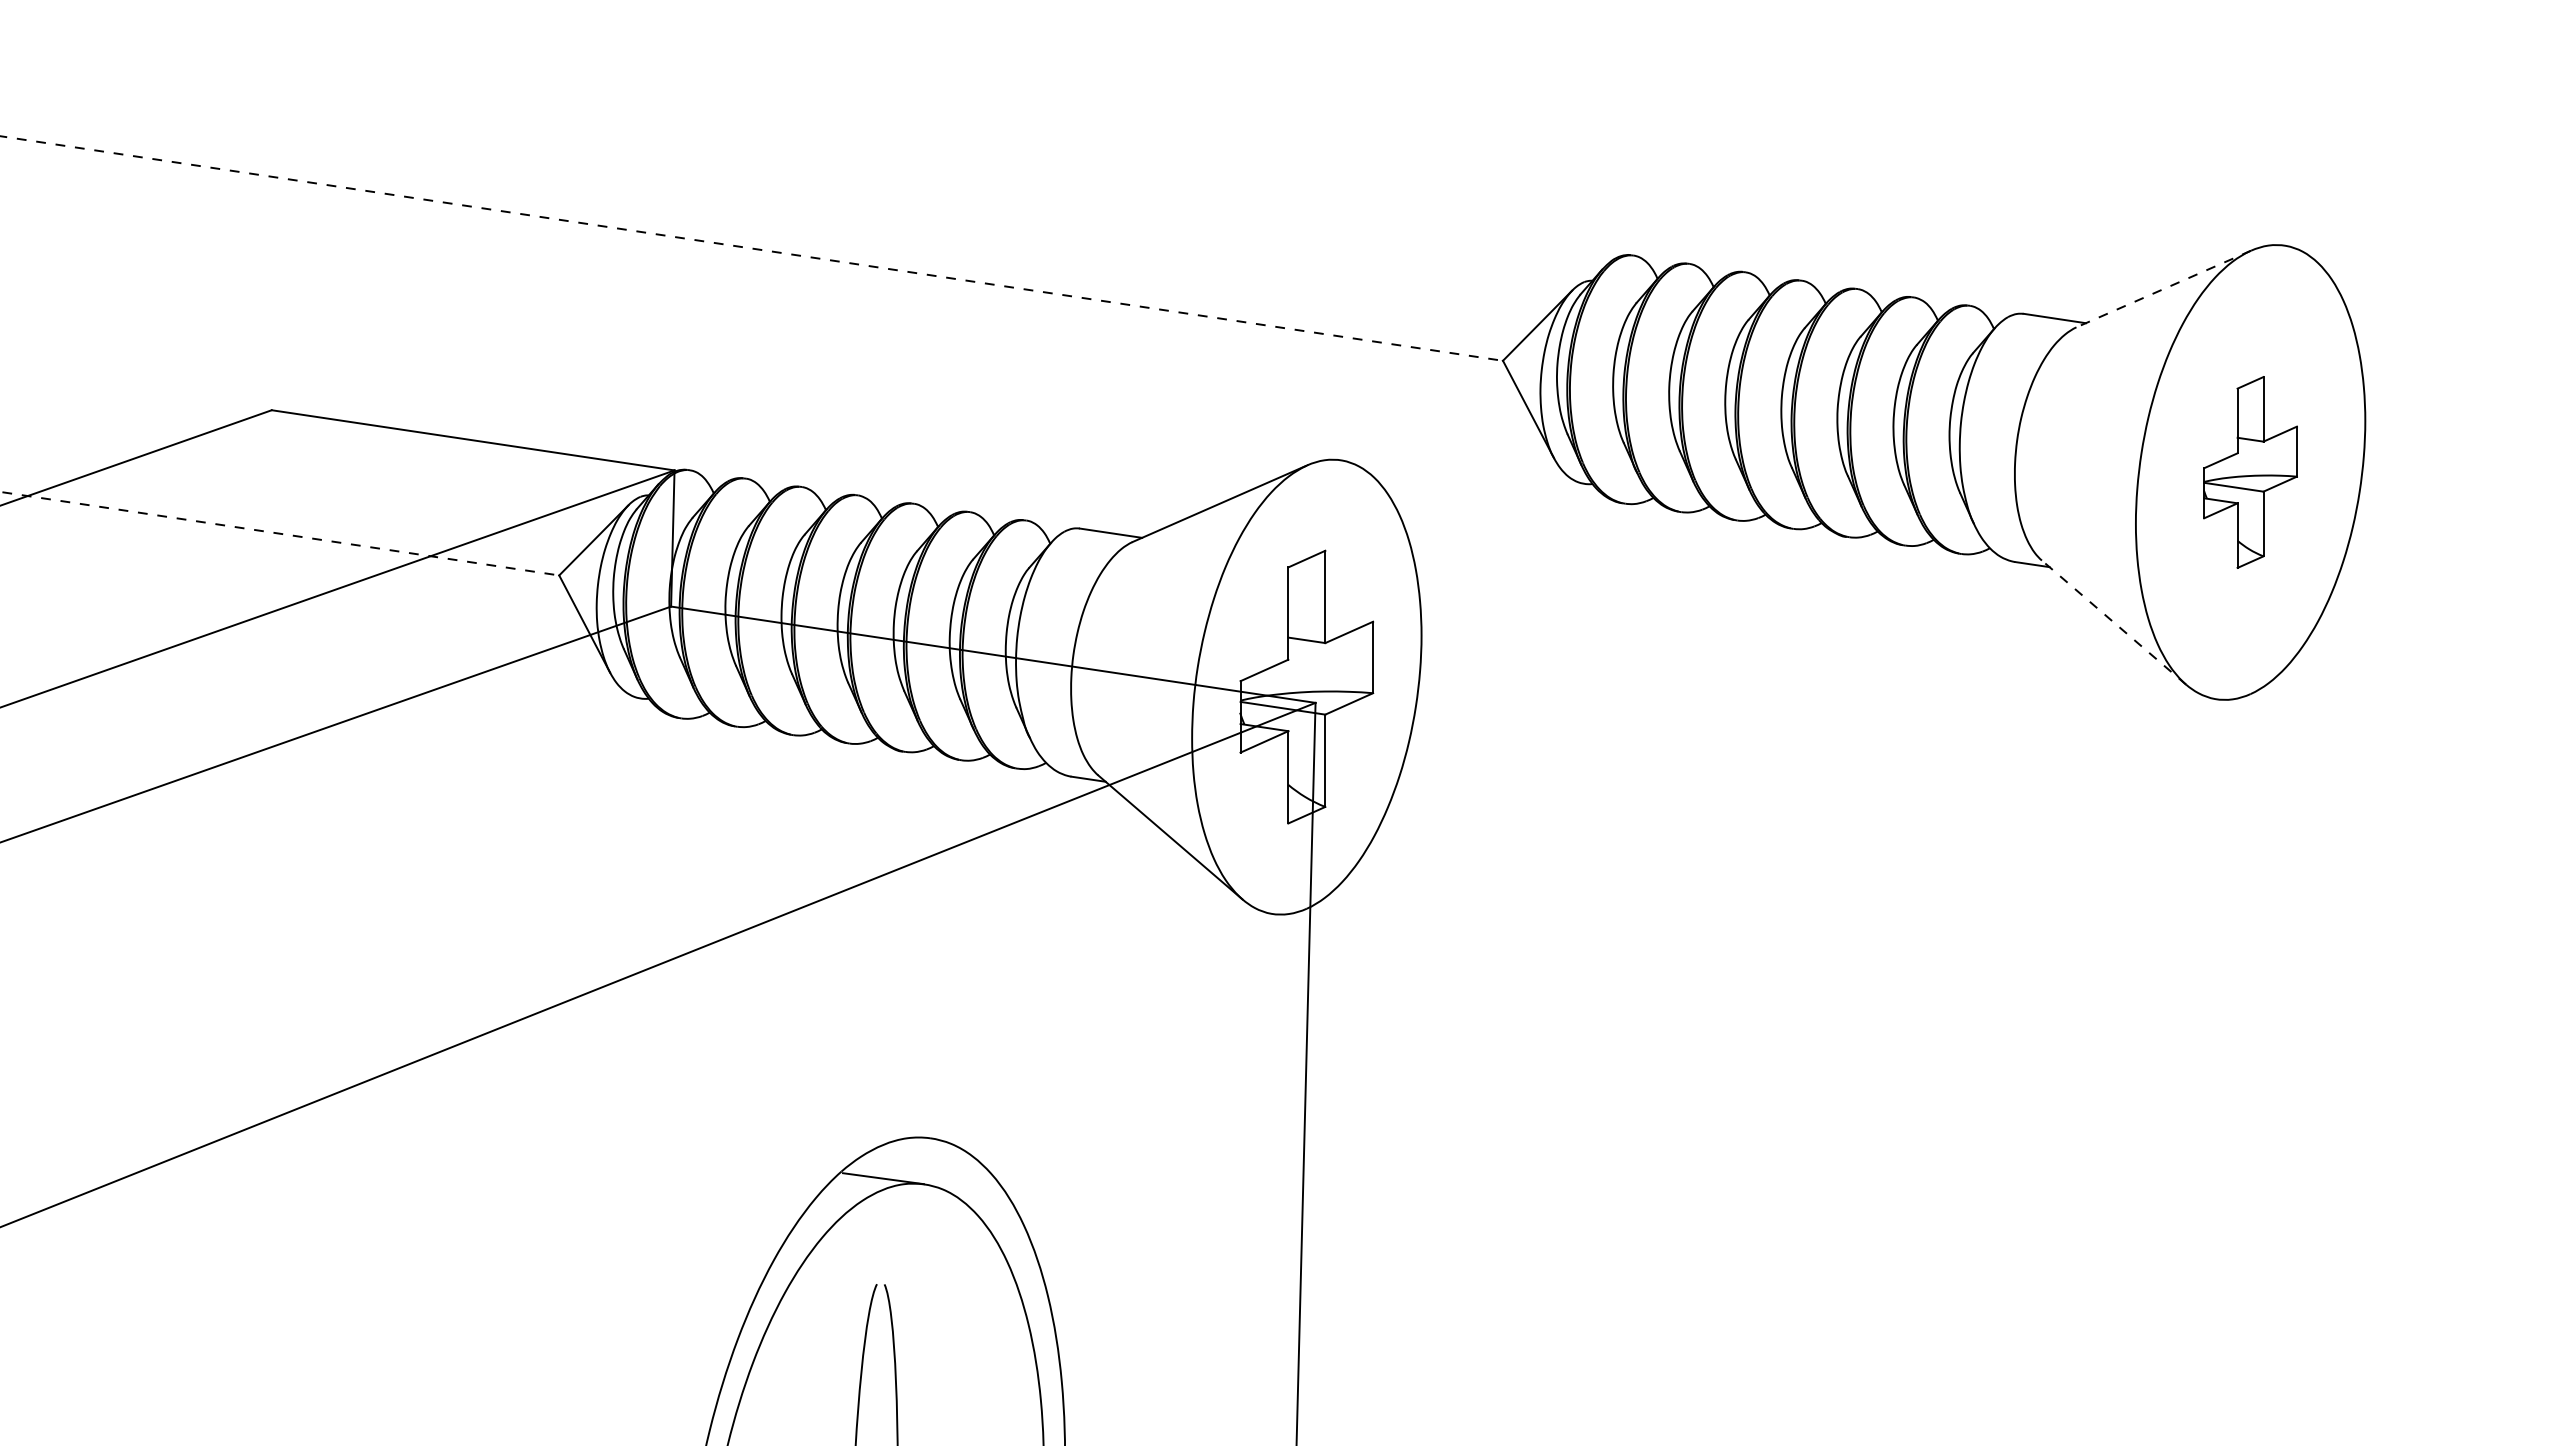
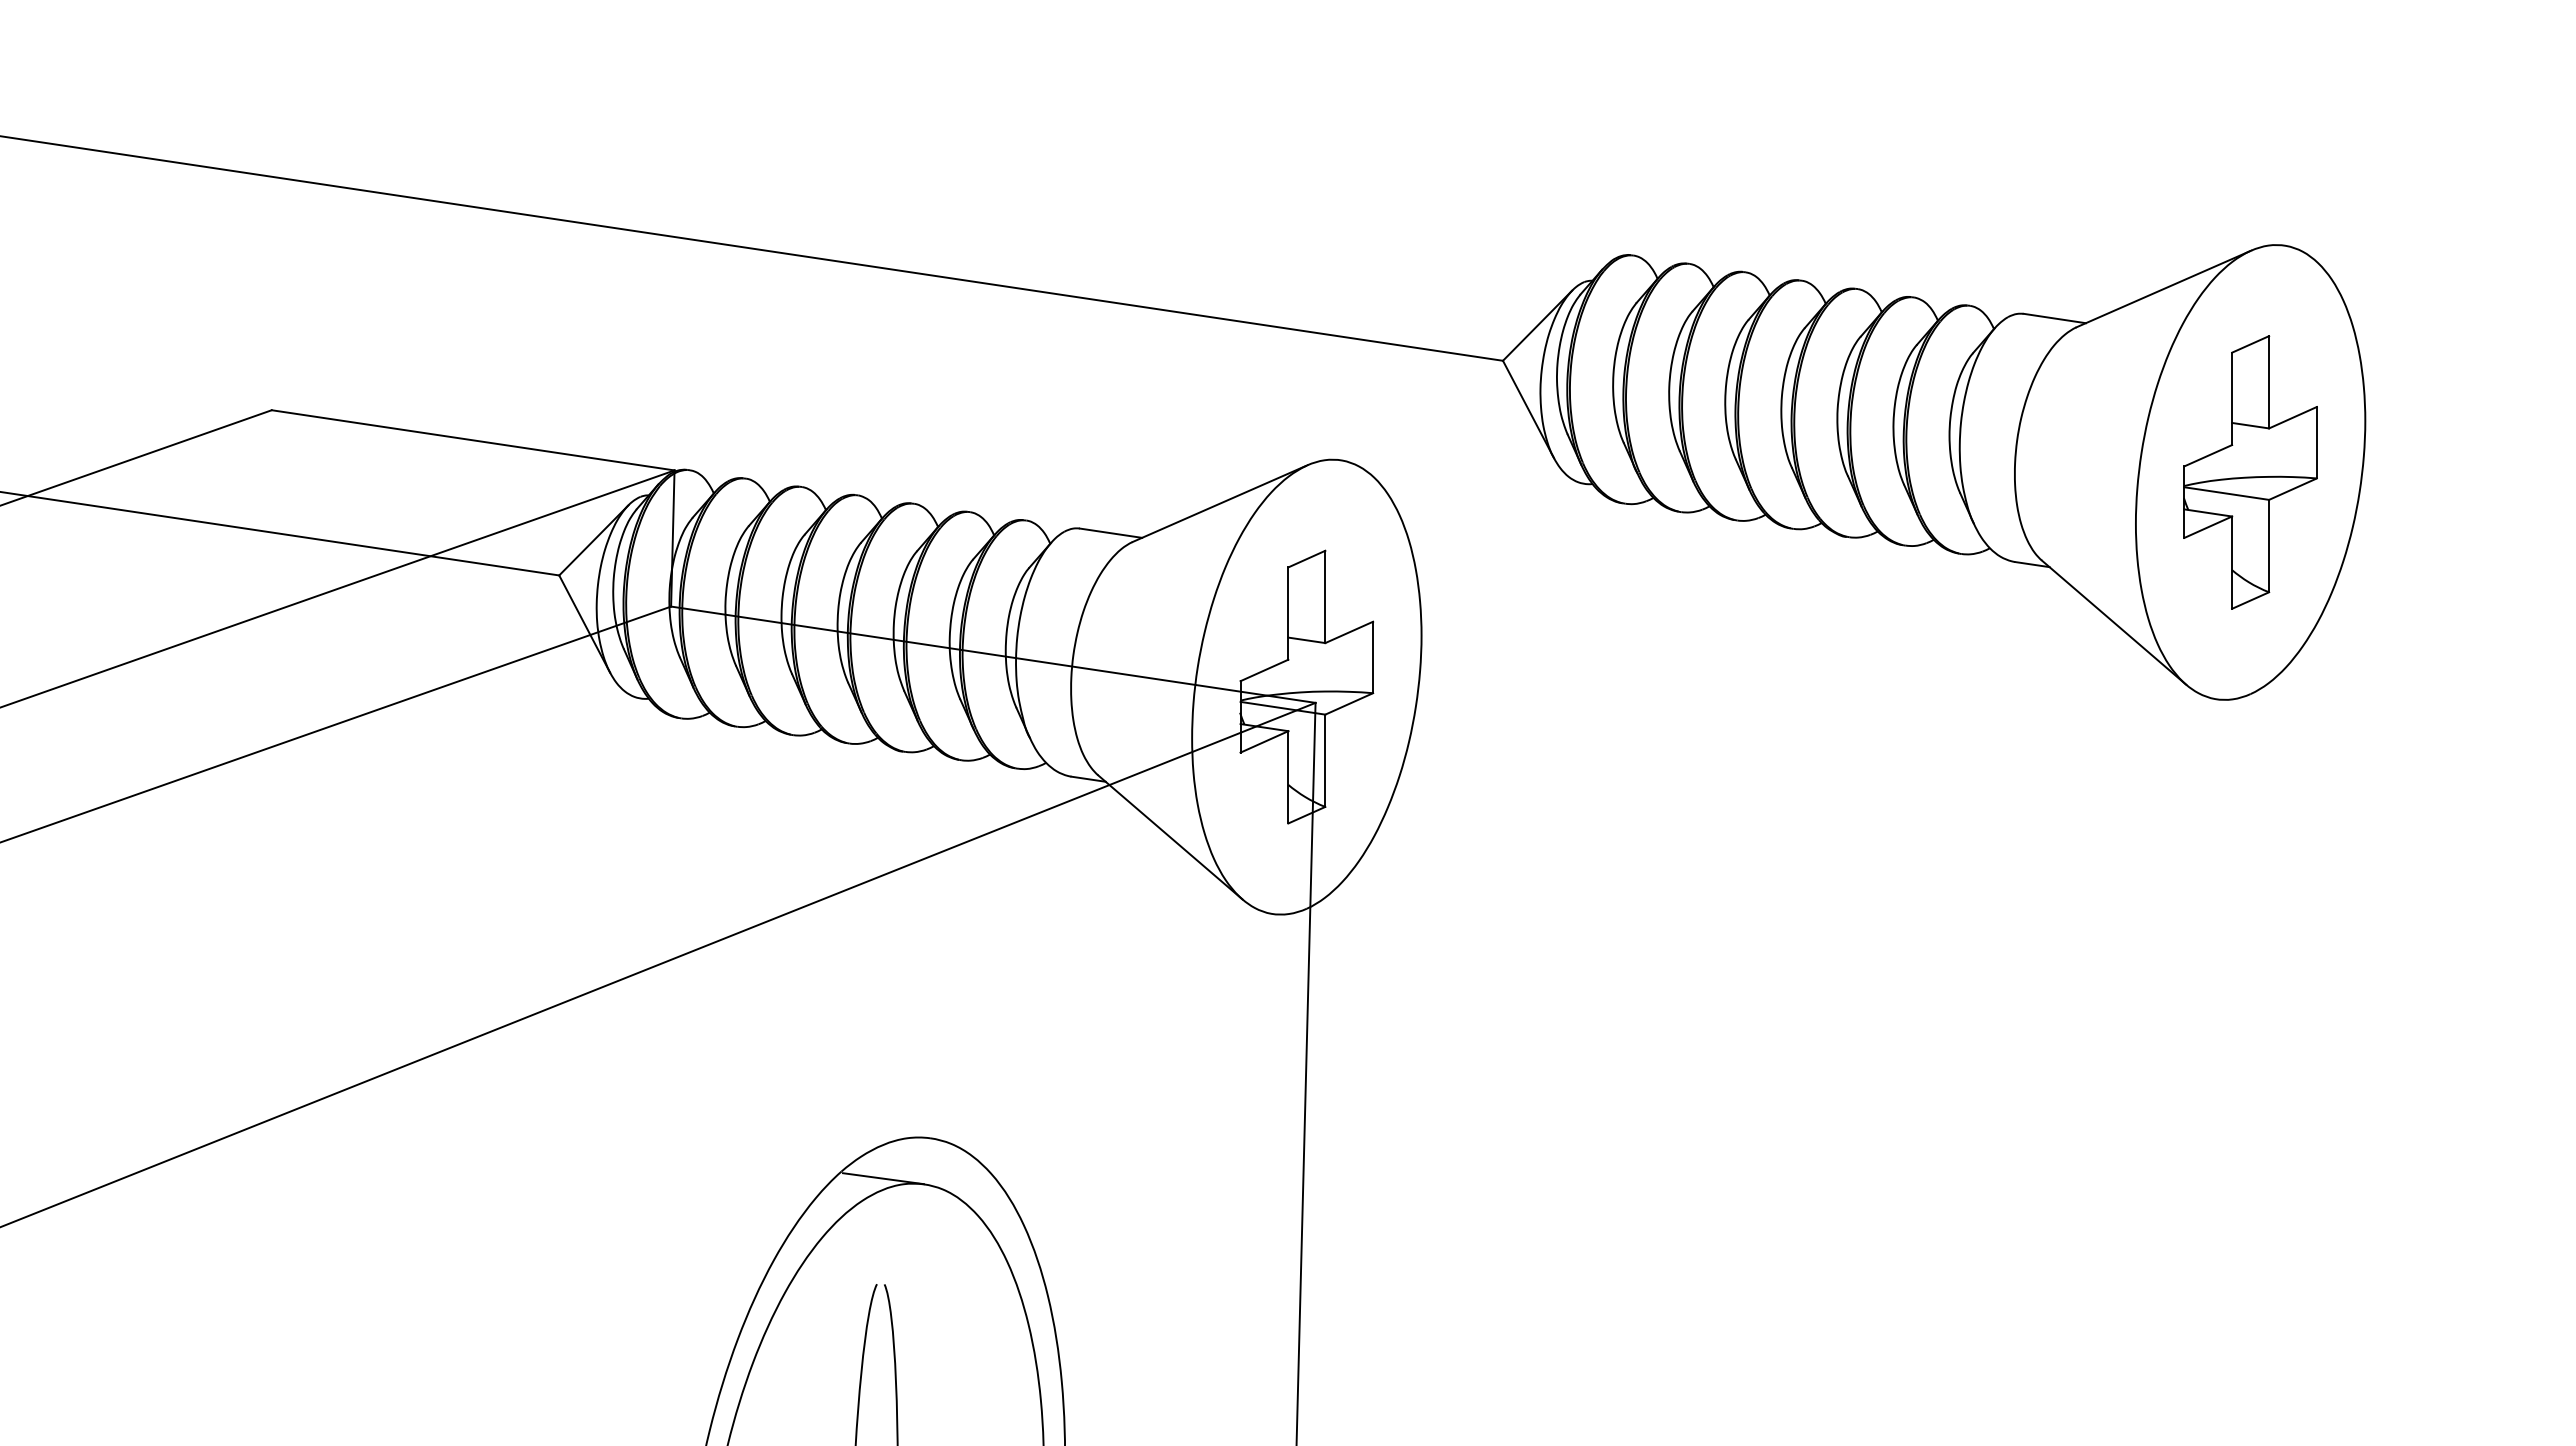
line at (752, 248): dashed -> solid
line at (2163, 289): dashed -> solid
part at (2250, 472) size: 95x193 px -> 135x275 px
line at (280, 533): dashed -> solid
line at (2113, 622): dashed -> solid
